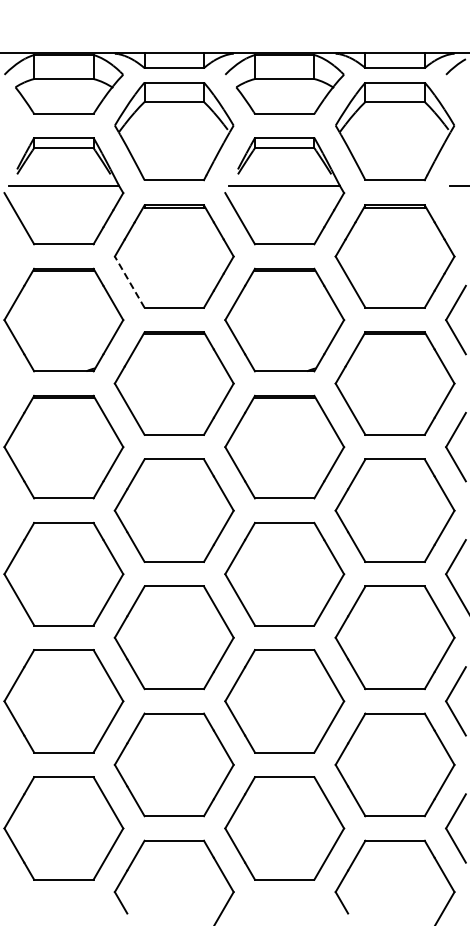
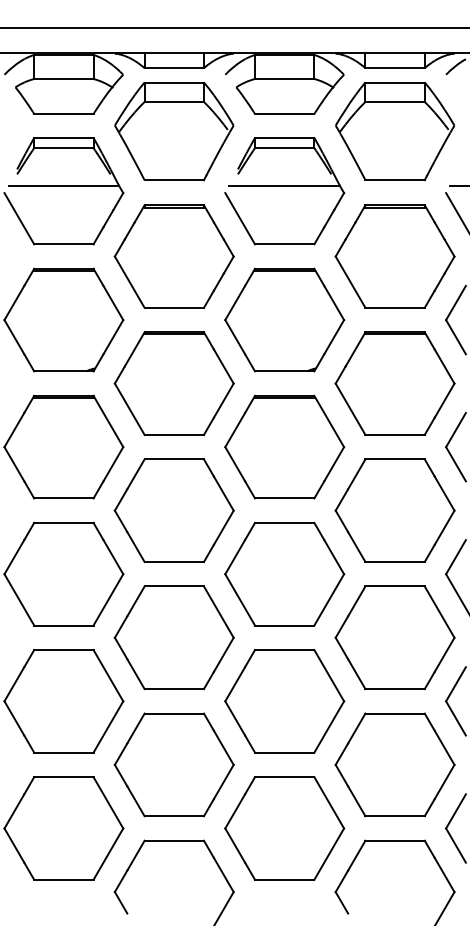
line at (234, 27): none -> present
line at (456, 210): none -> present
line at (129, 282): dashed -> solid
